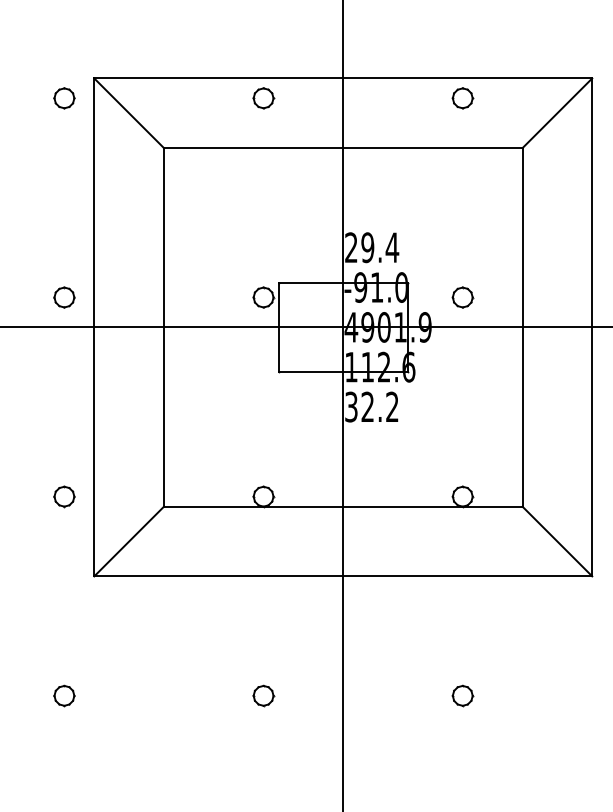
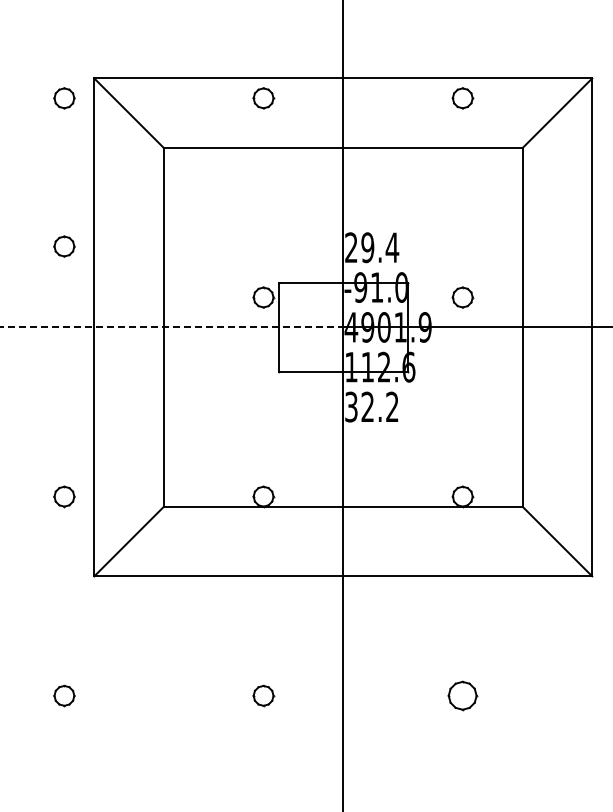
part at (64, 297) position: (64, 297) -> (64, 246)
line at (172, 327): solid -> dashed
part at (462, 695) size: 24x24 px -> 32x32 px
